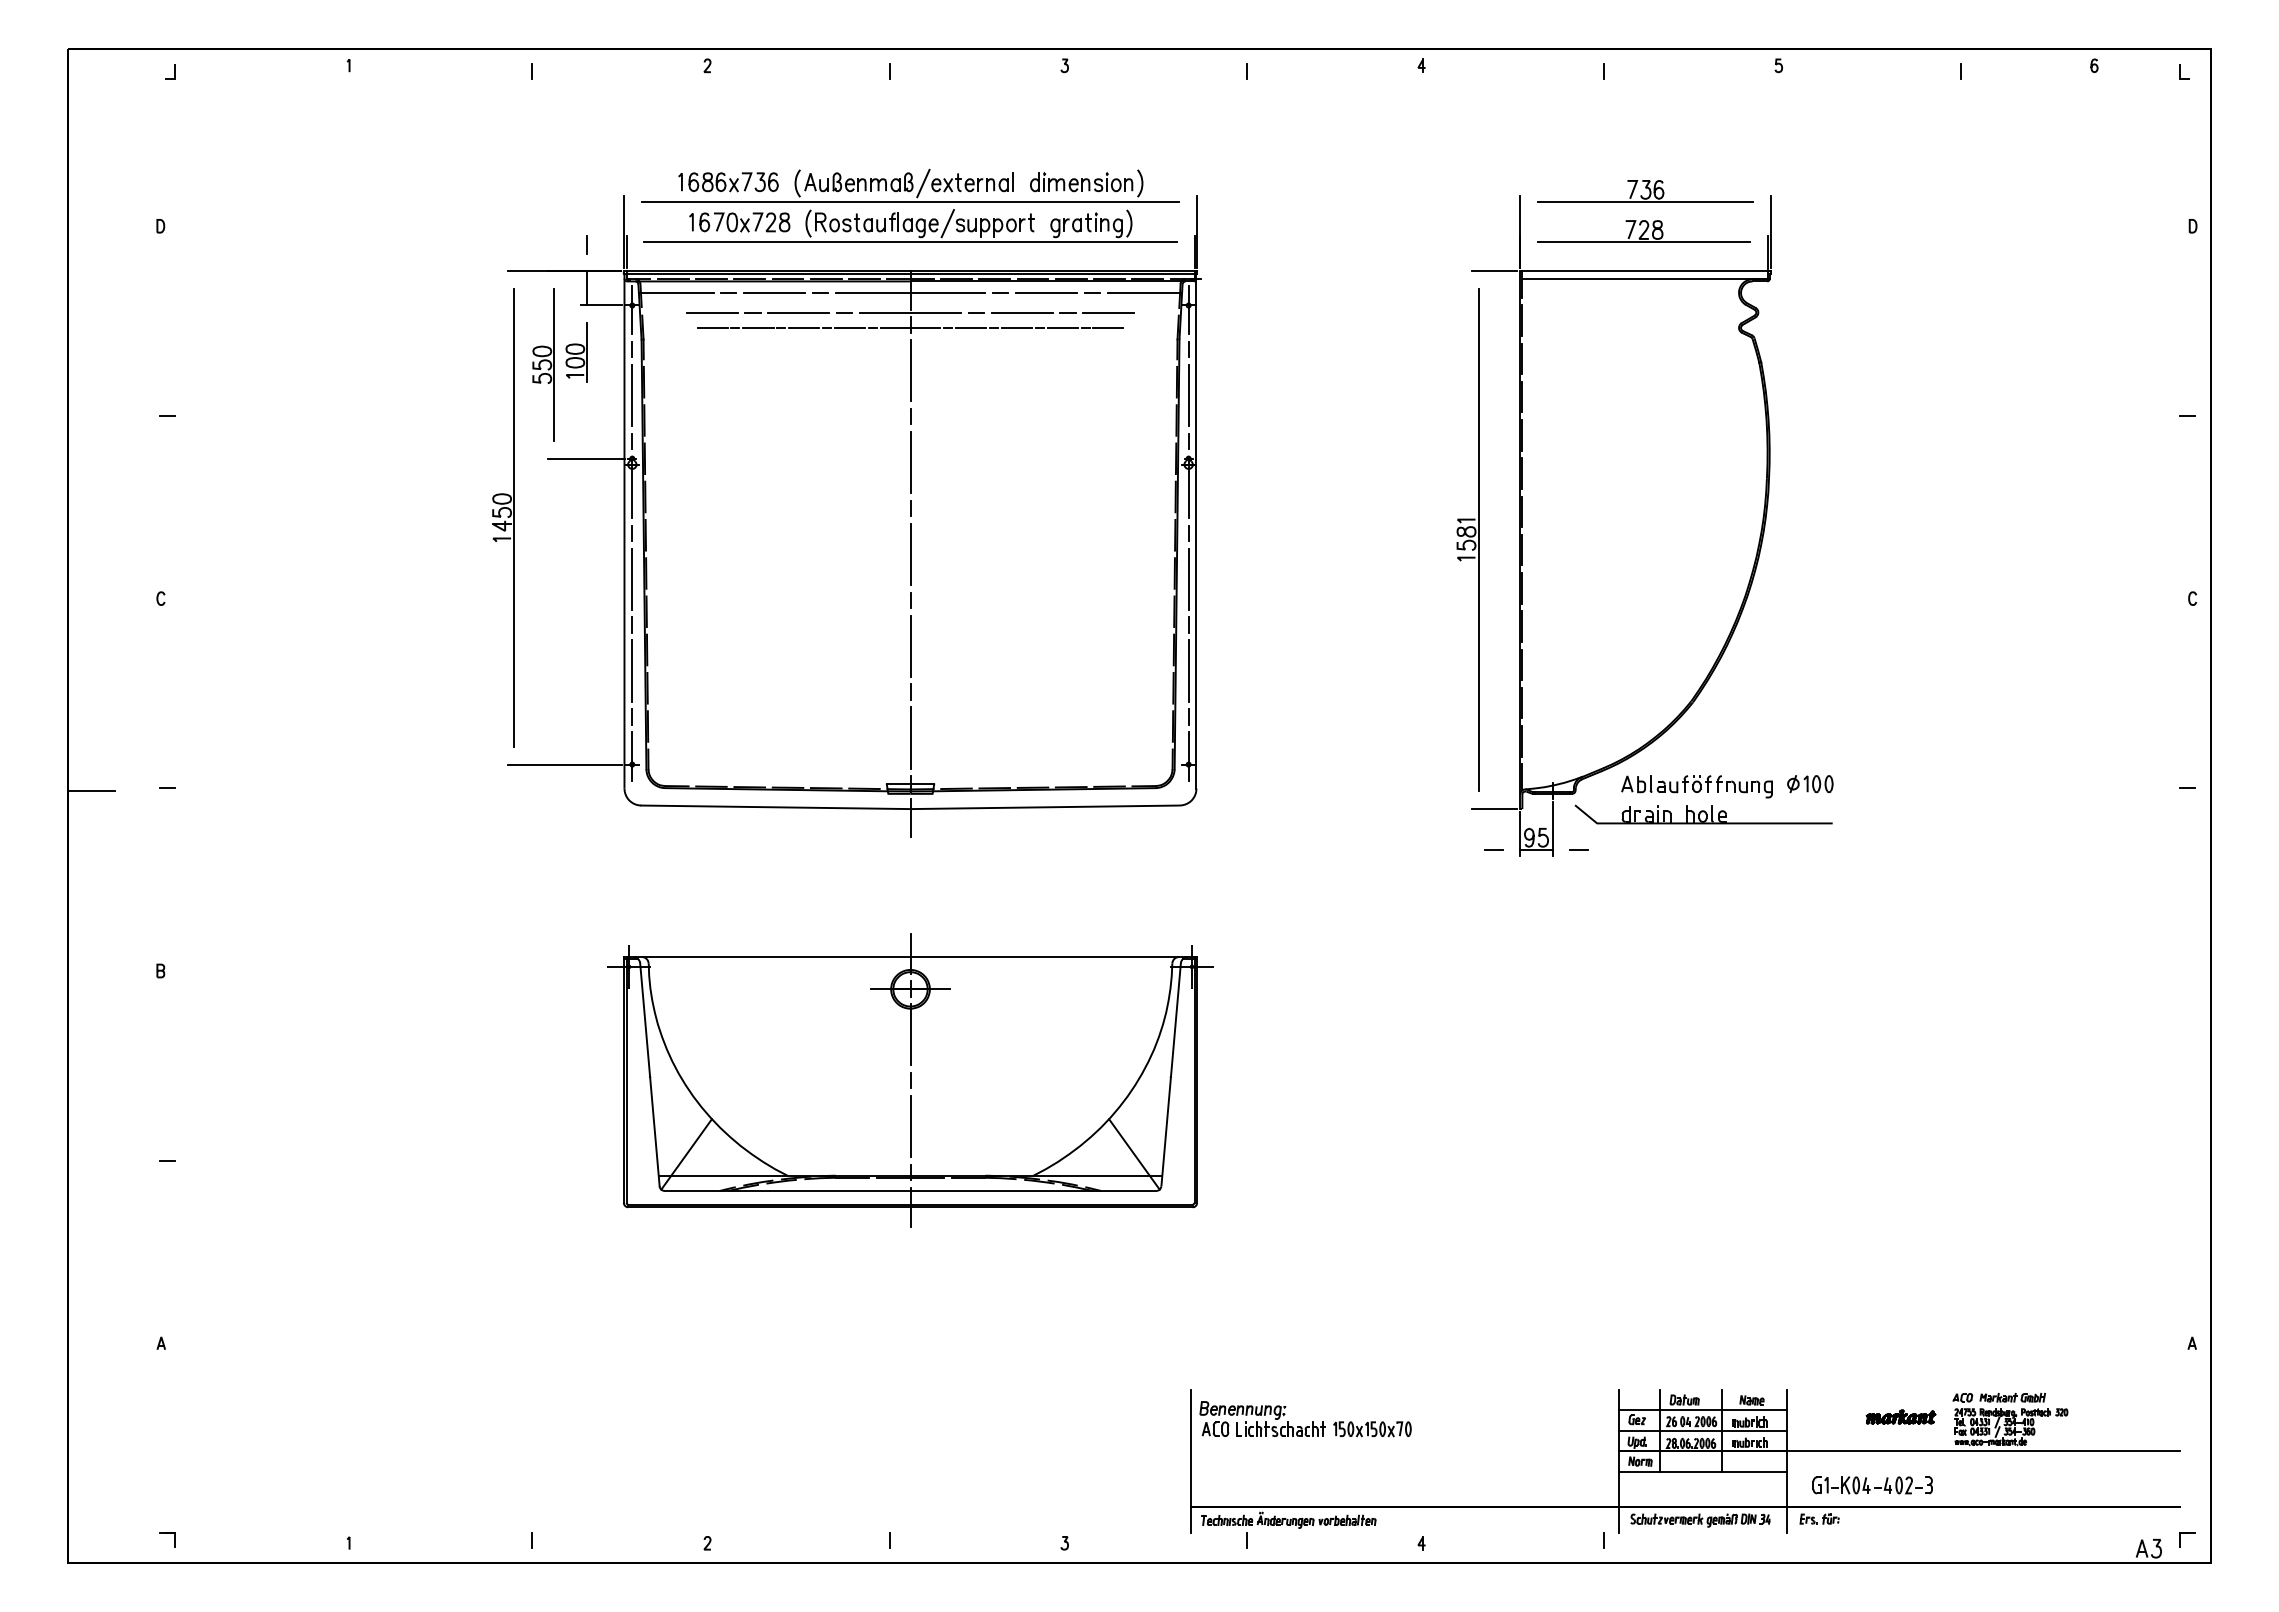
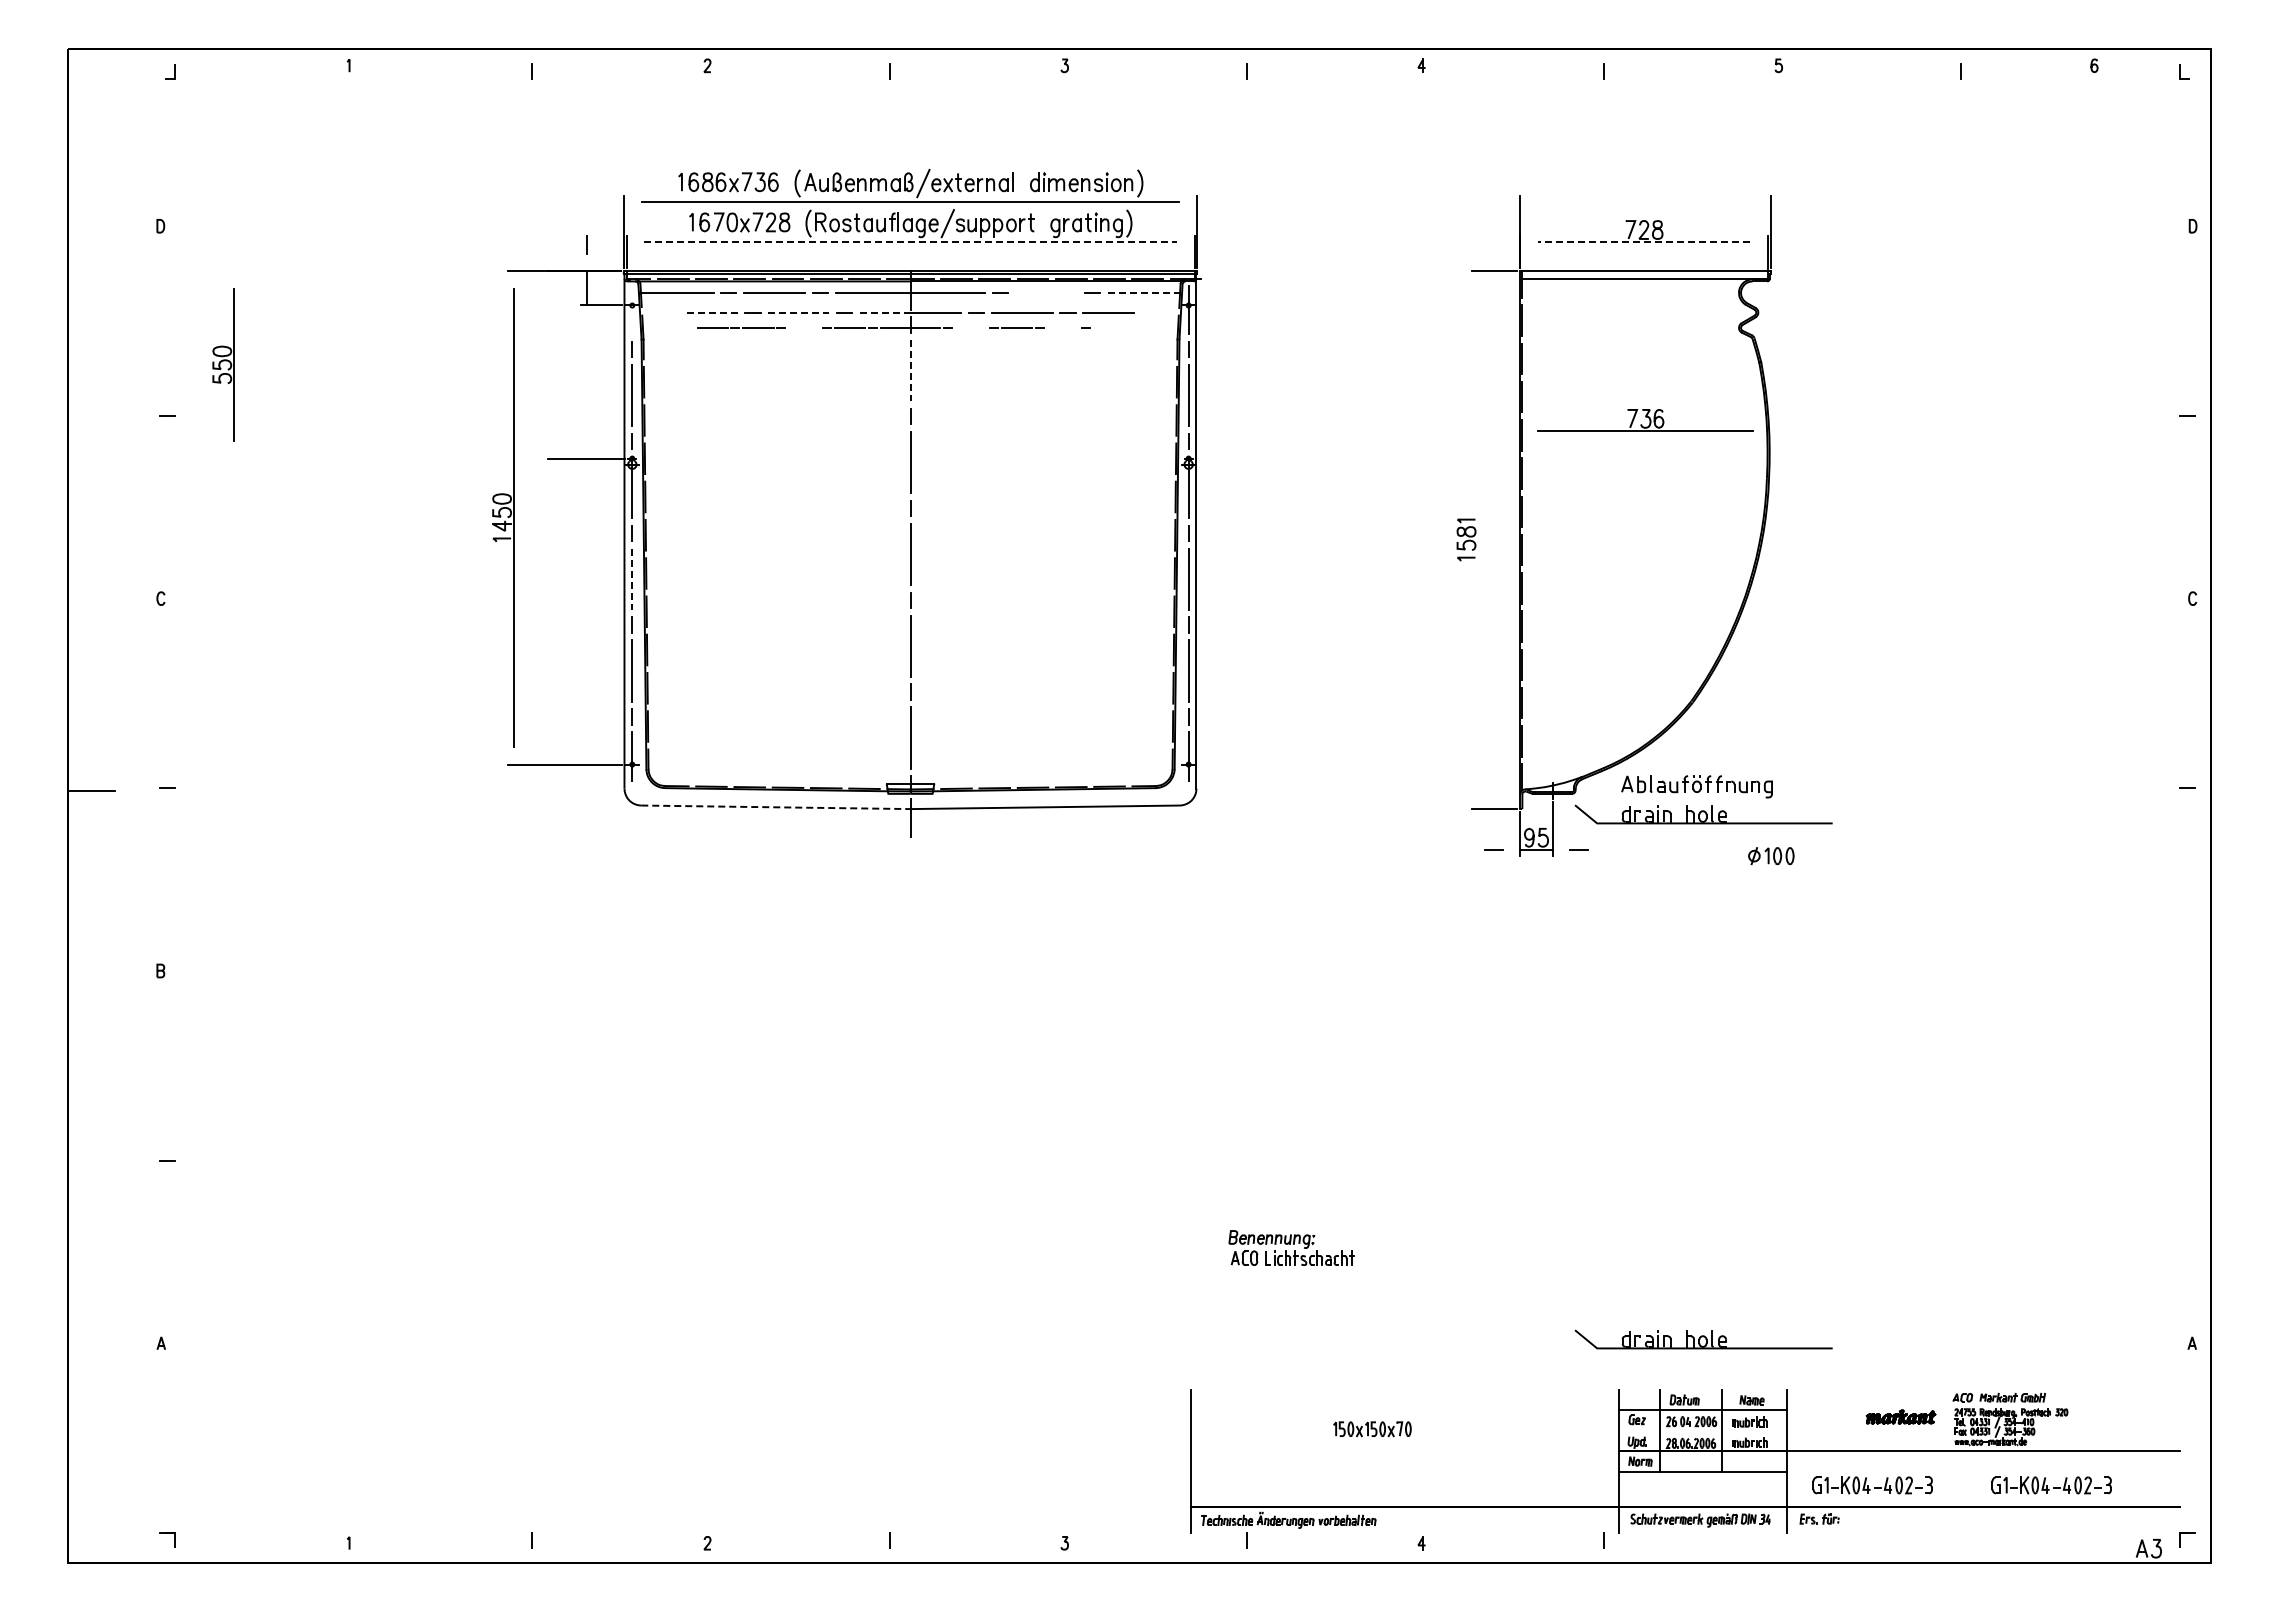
part at (1645, 191) position: (1645, 191) -> (1645, 420)
line at (911, 242): solid -> dashed
line at (1644, 242): solid -> dashed
line at (1045, 292): present -> none
line at (1145, 292): solid -> dashed
line at (632, 309): present -> none
line at (712, 312): solid -> dashed
line at (798, 312): solid -> dashed
line at (885, 312): solid -> dashed
line at (803, 327): present -> none
line at (970, 327): present -> none
line at (1062, 327): present -> none
line at (1108, 327): present -> none
part at (576, 352): present -> none
part at (543, 364) position: (543, 364) -> (223, 364)
line at (910, 370): solid -> dashed
line at (1478, 540): present -> none
line at (632, 579): solid -> dashed
part at (1810, 784) position: (1810, 784) -> (1771, 856)
line at (775, 807): solid -> dashed
part at (910, 1080): present -> none
part at (1703, 1339): none -> present
part at (1262, 1418) position: (1262, 1418) -> (1291, 1247)
line at (1702, 1430): present -> none
part at (2051, 1485): none -> present
